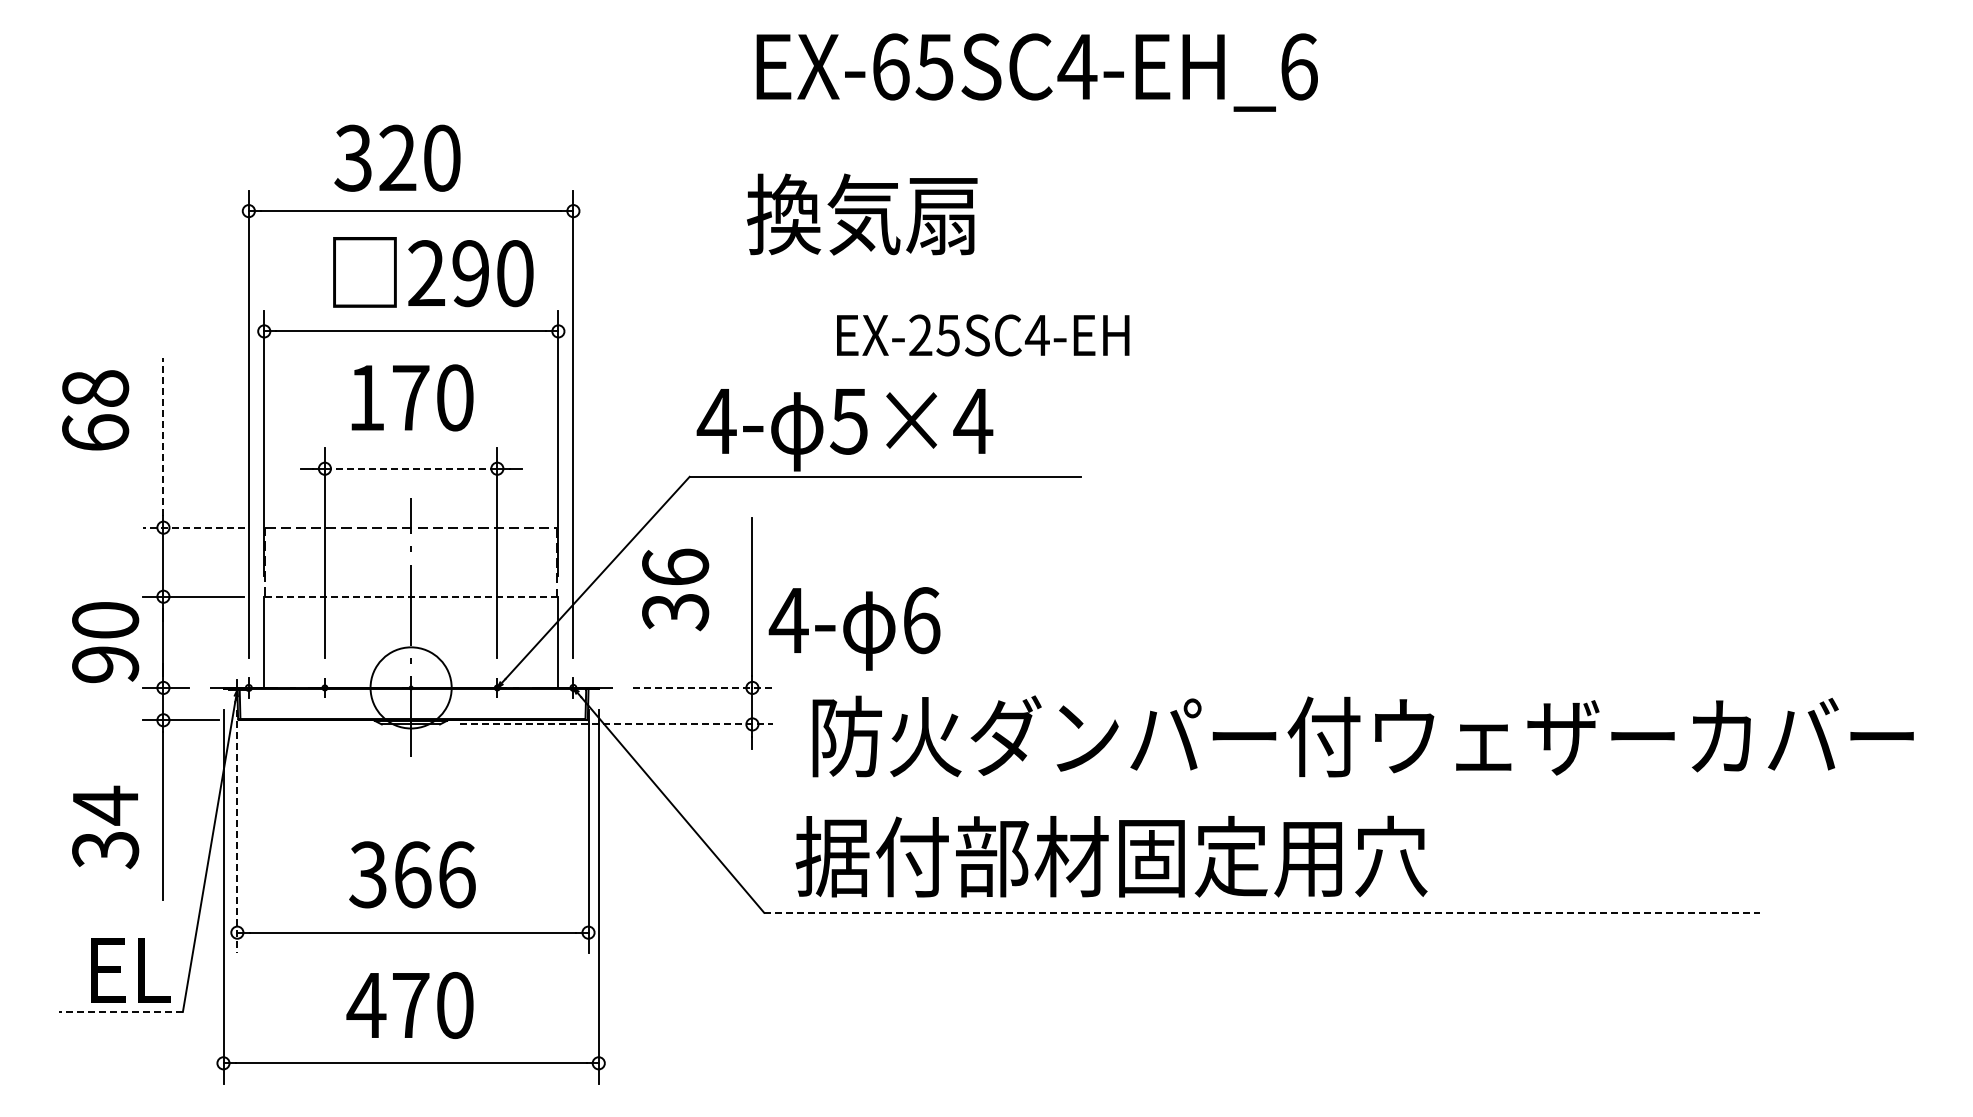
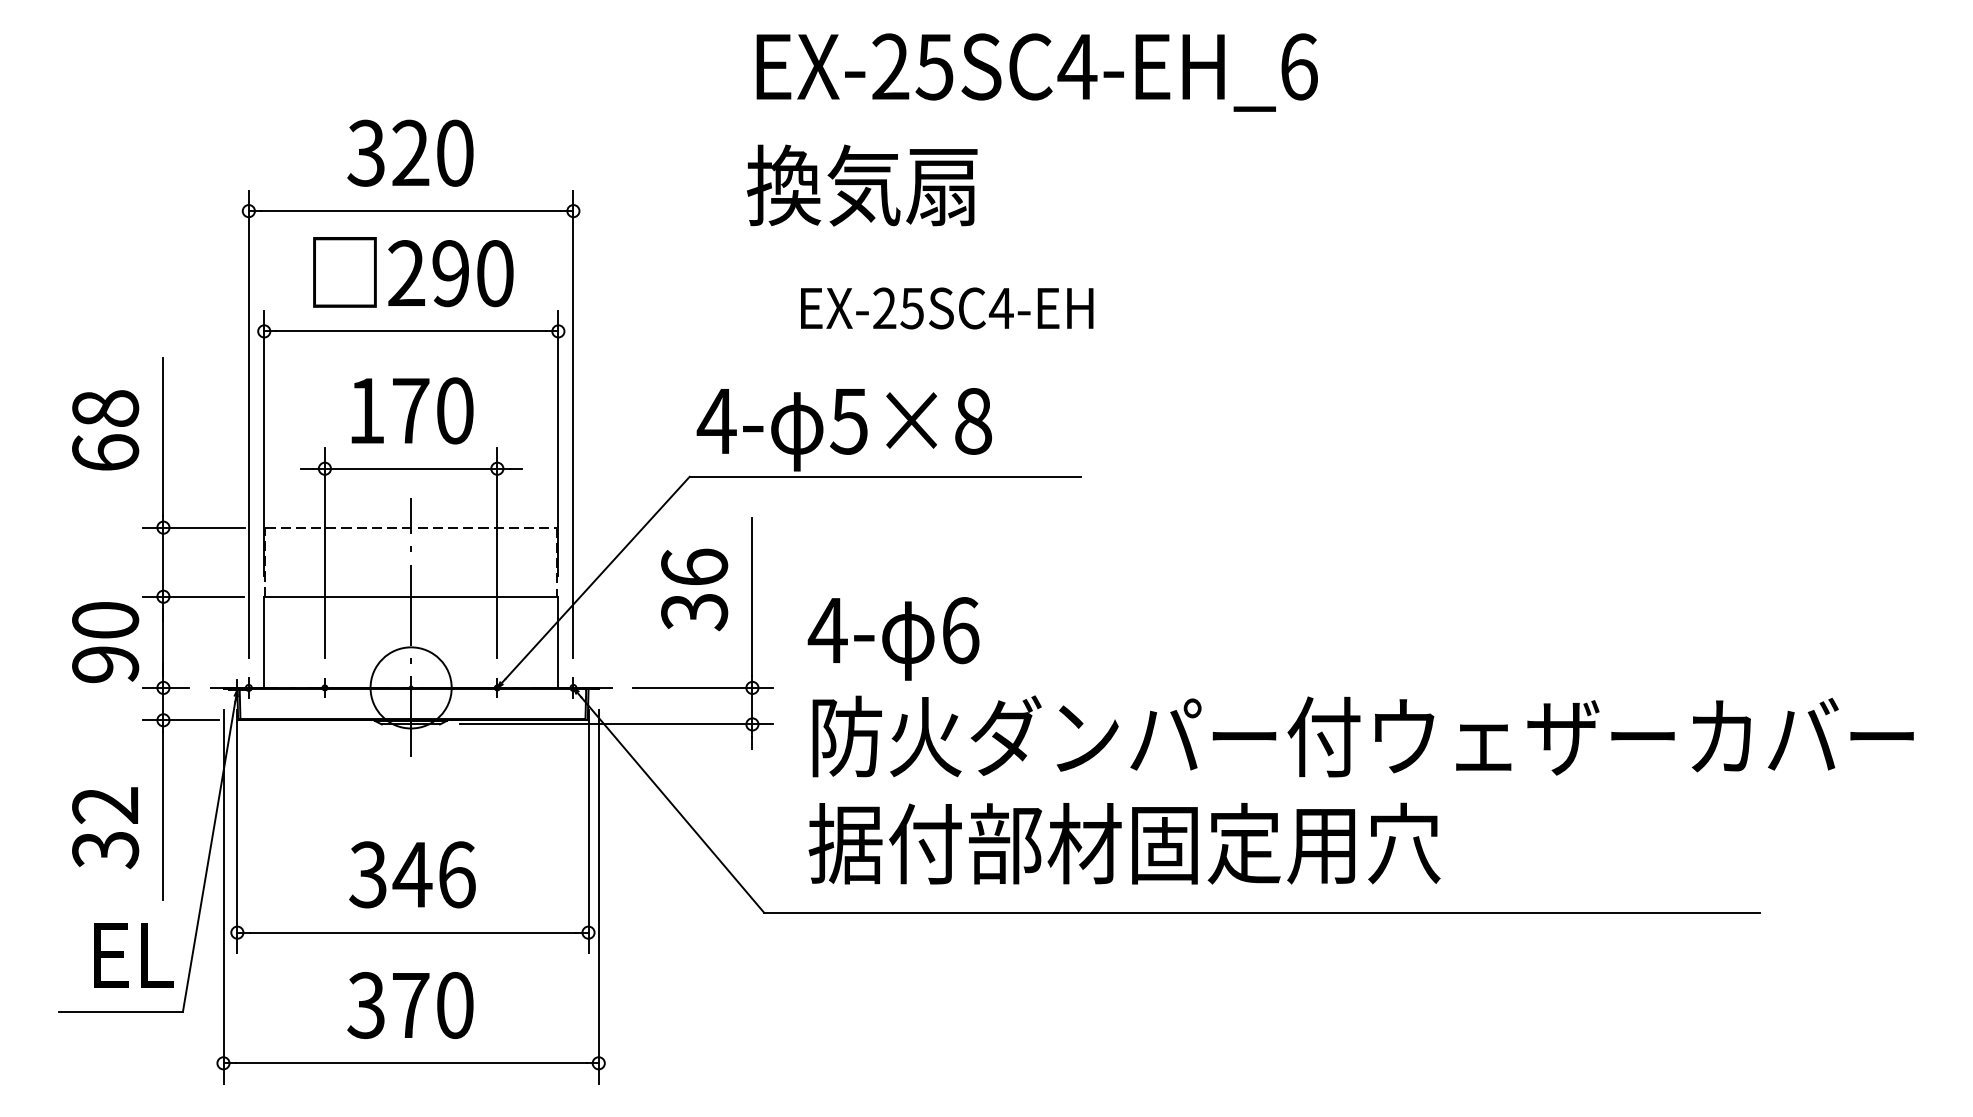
text at (890, 66): EX-65SC4-EH_6 -> EX-25SC4-EH_6
text at (397, 157) position: (397, 157) -> (410, 152)
text at (862, 214) position: (862, 214) -> (862, 185)
text at (433, 272) position: (433, 272) -> (413, 272)
text at (983, 335) position: (983, 335) -> (947, 308)
text at (412, 397) position: (412, 397) -> (412, 410)
text at (95, 410) position: (95, 410) -> (105, 430)
text at (973, 421): 5×4 -> 5×8
line at (163, 436): dashed -> solid
line at (411, 468): dashed -> solid
line at (194, 527): dashed -> solid
text at (675, 589) position: (675, 589) -> (694, 589)
line at (410, 596): dashed -> solid
text at (854, 628) position: (854, 628) -> (893, 638)
line at (702, 687): dashed -> solid
line at (617, 724): dashed -> solid
text at (105, 805): 34 -> 32
line at (237, 832): dashed -> solid
text at (1111, 856) position: (1111, 856) -> (1124, 843)
text at (412, 874): 366 -> 346
line at (1262, 912): dashed -> solid
text at (130, 970) position: (130, 970) -> (133, 955)
text at (366, 1005): 470 -> 370
line at (121, 1011): dashed -> solid
